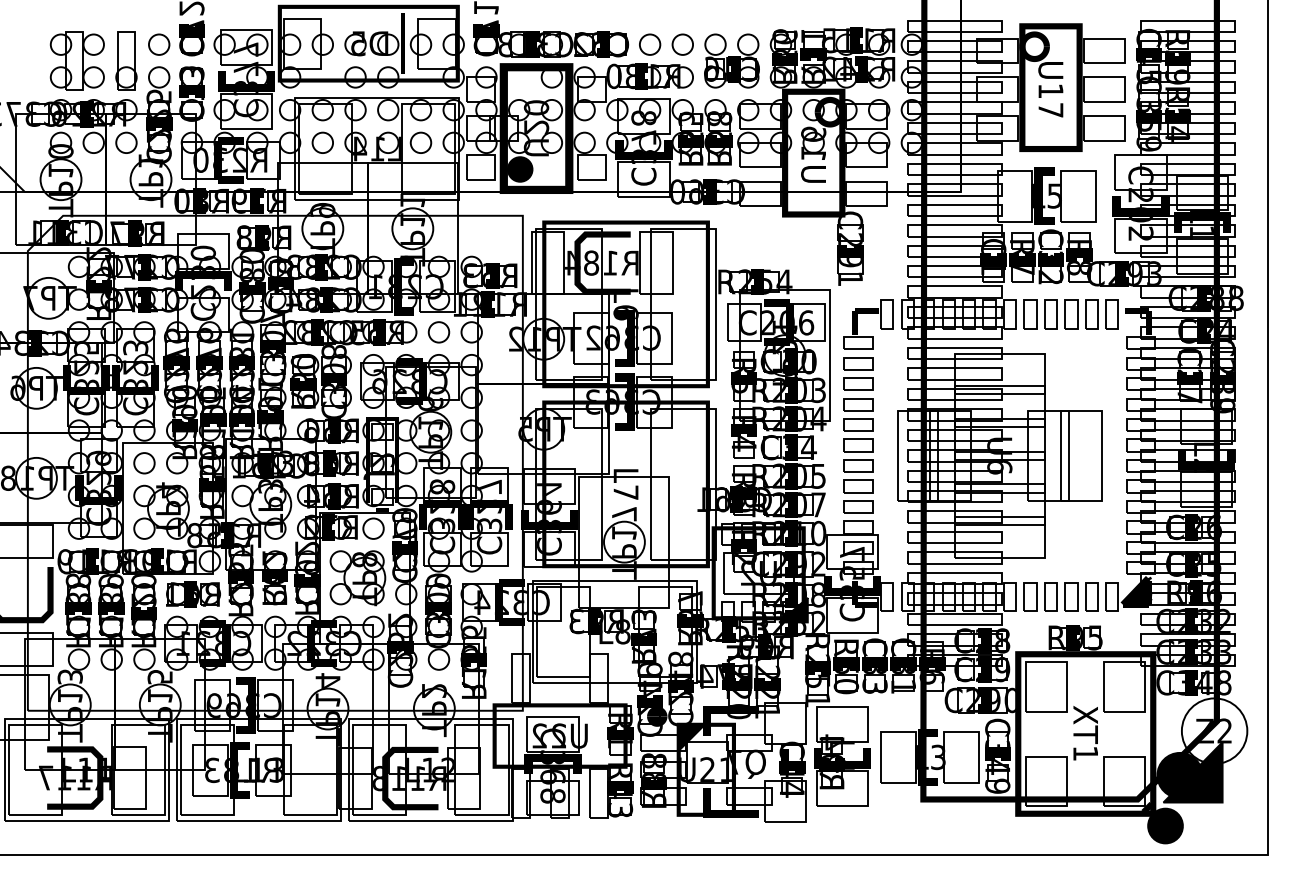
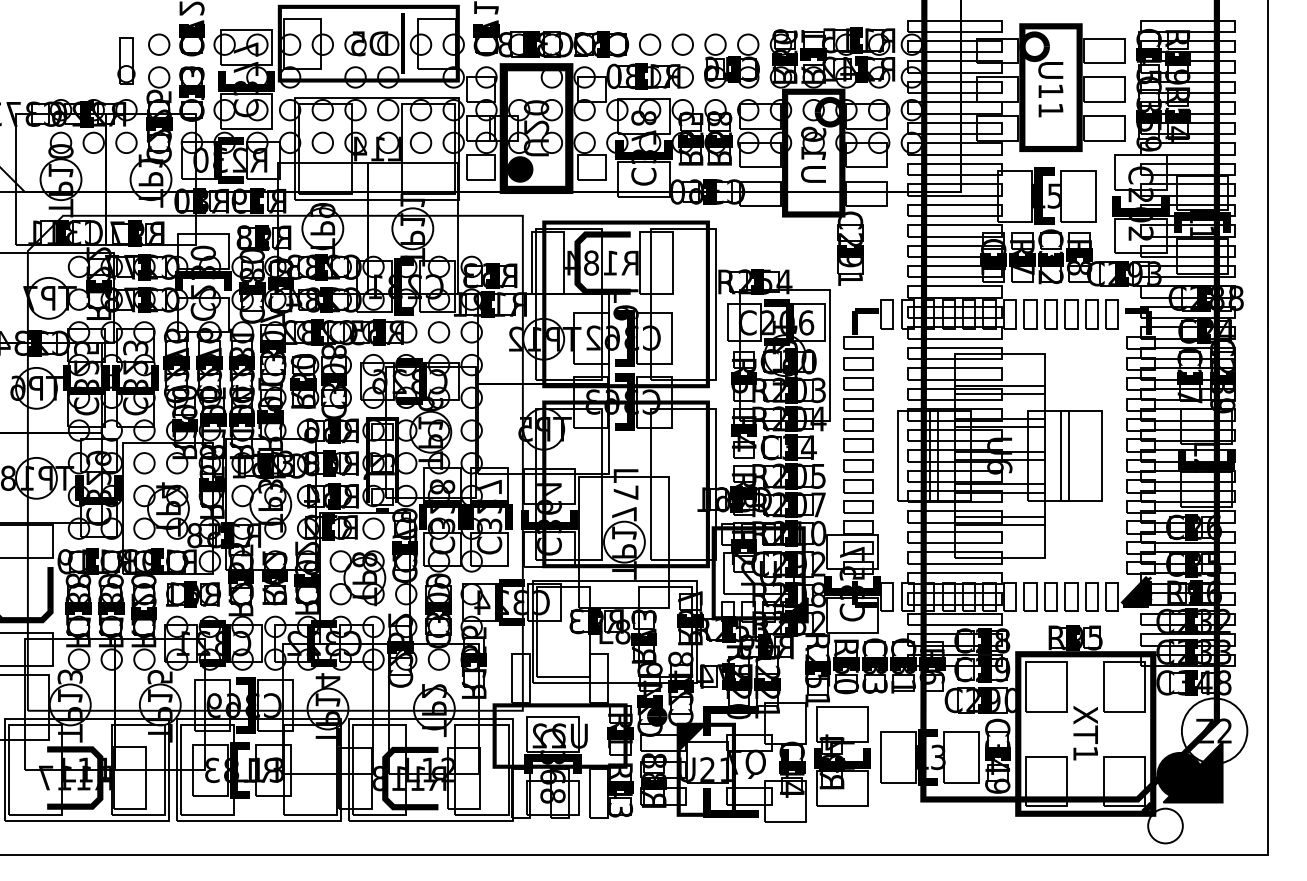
part at (76, 60): present -> none
part at (126, 60) size: 23x60 px -> 19x48 px
text at (1050, 110): U17 -> U11
fill at (1165, 825): present -> none
